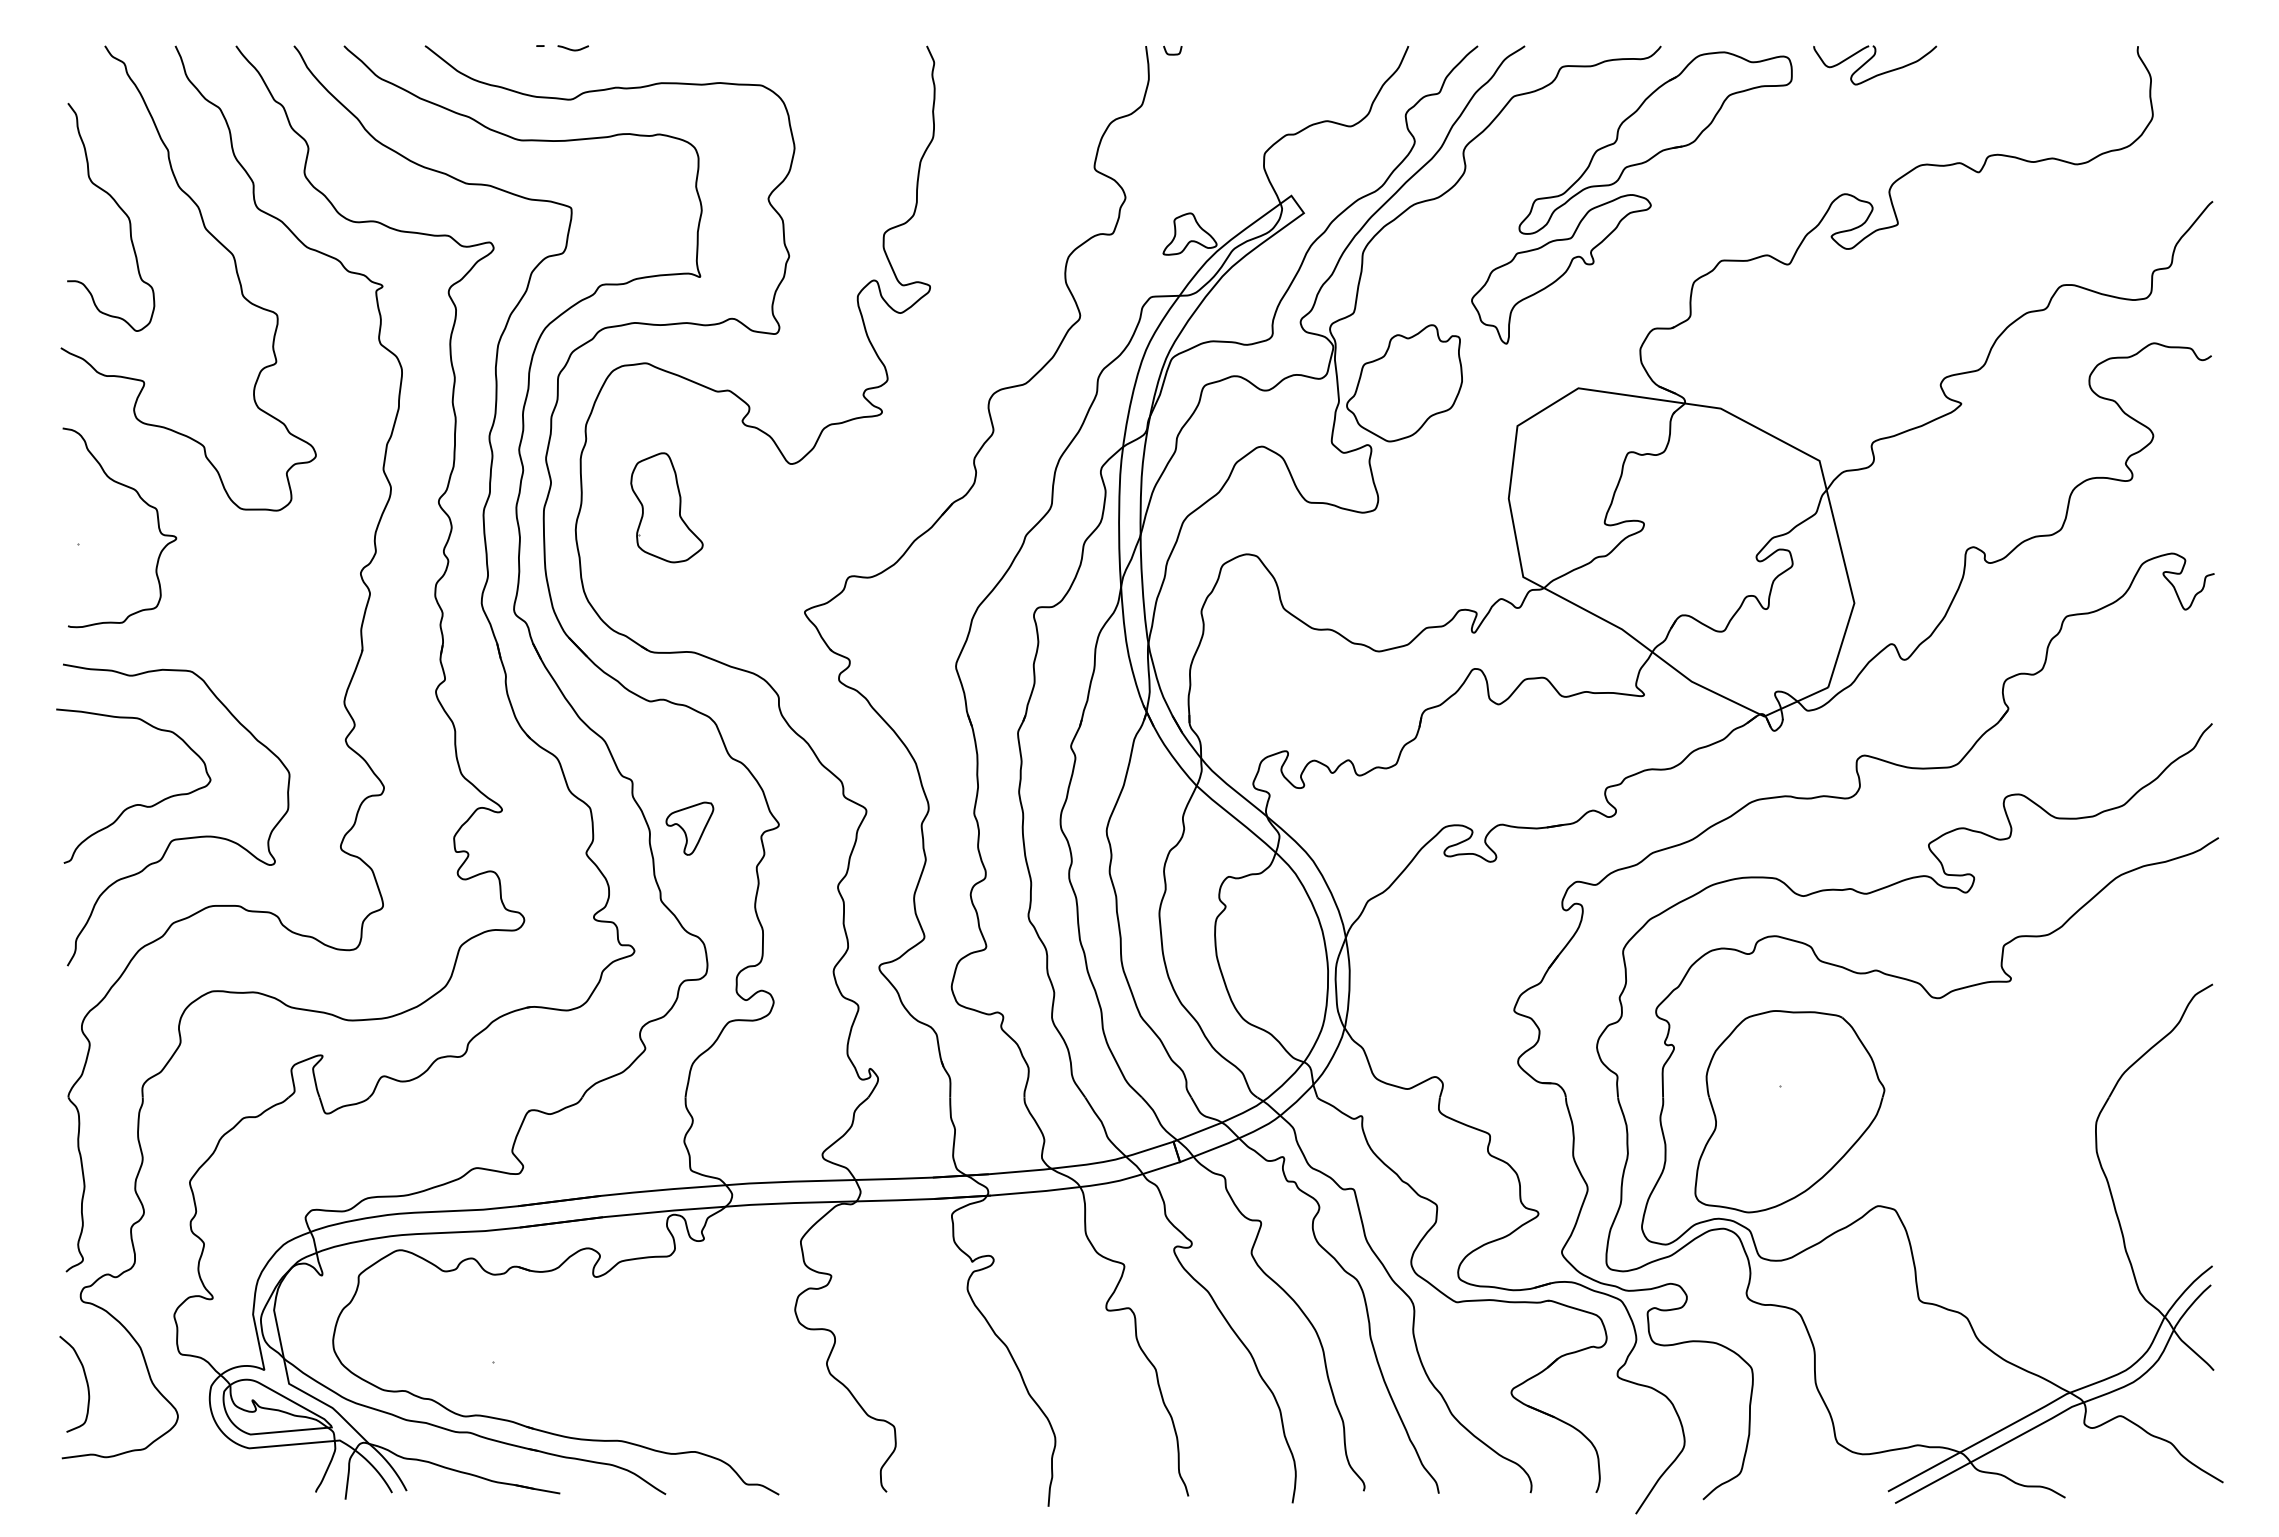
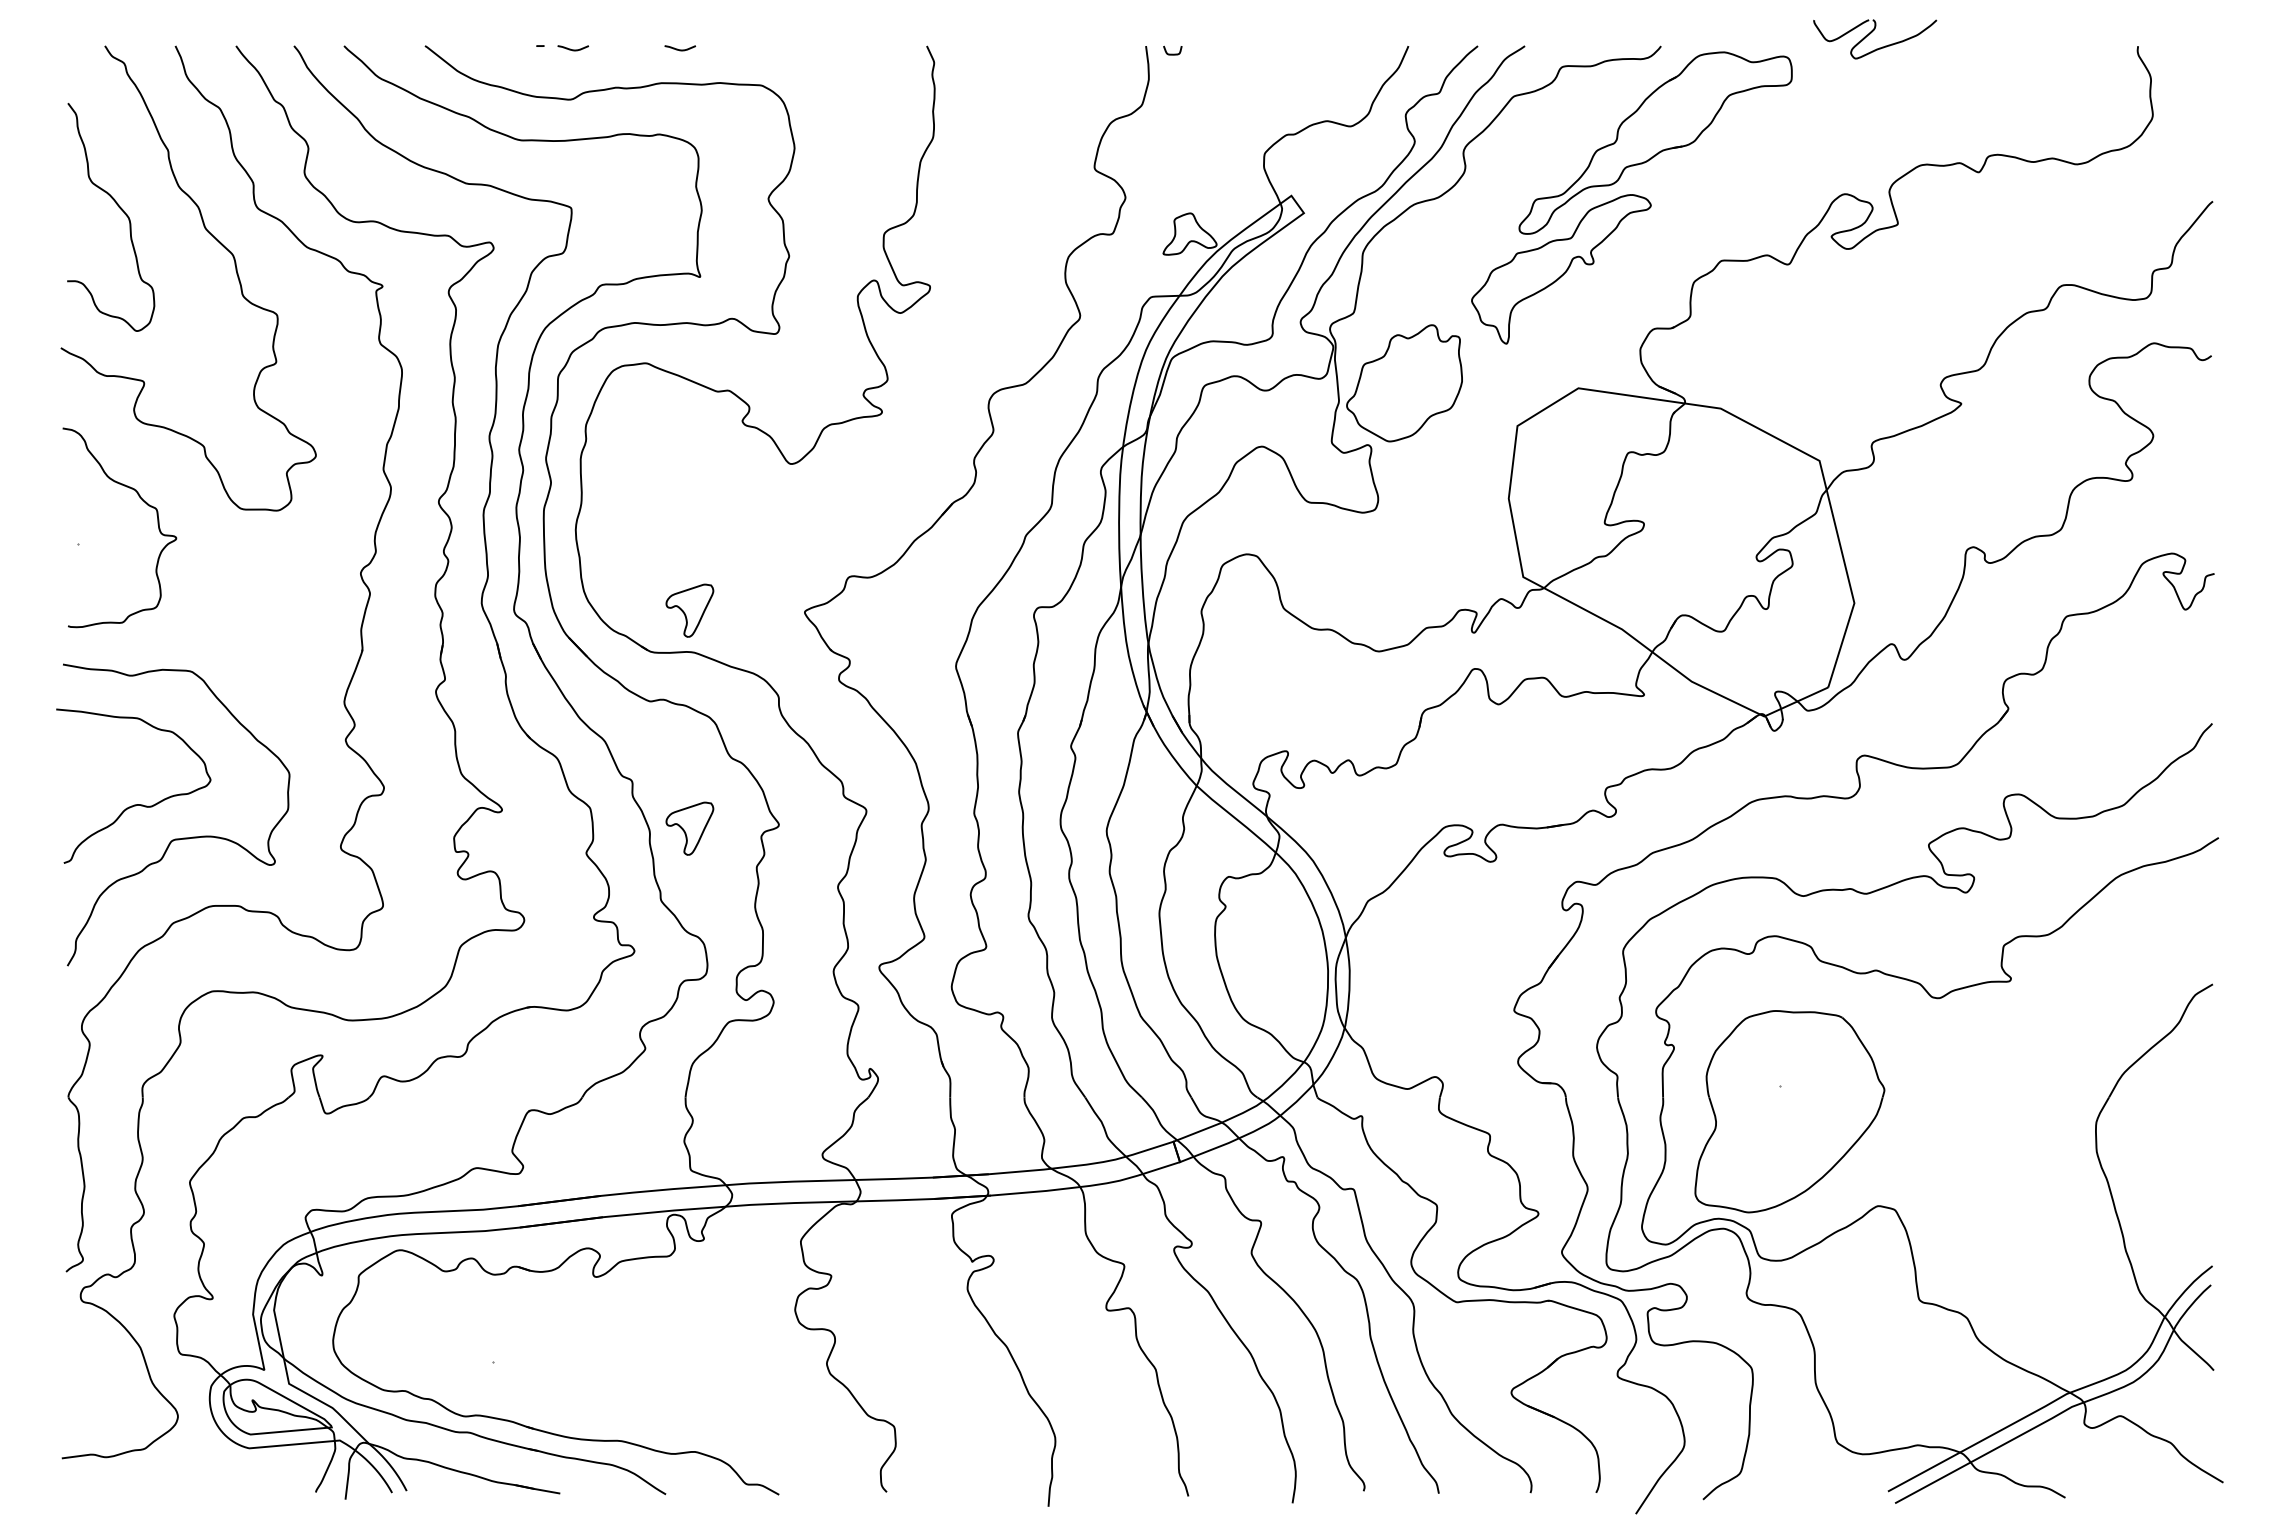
curve at (679, 49): none -> present
part at (1870, 60) position: (1870, 60) -> (1870, 34)
part at (666, 507): present -> none
part at (689, 610): none -> present
curve at (85, 1380): present -> none
